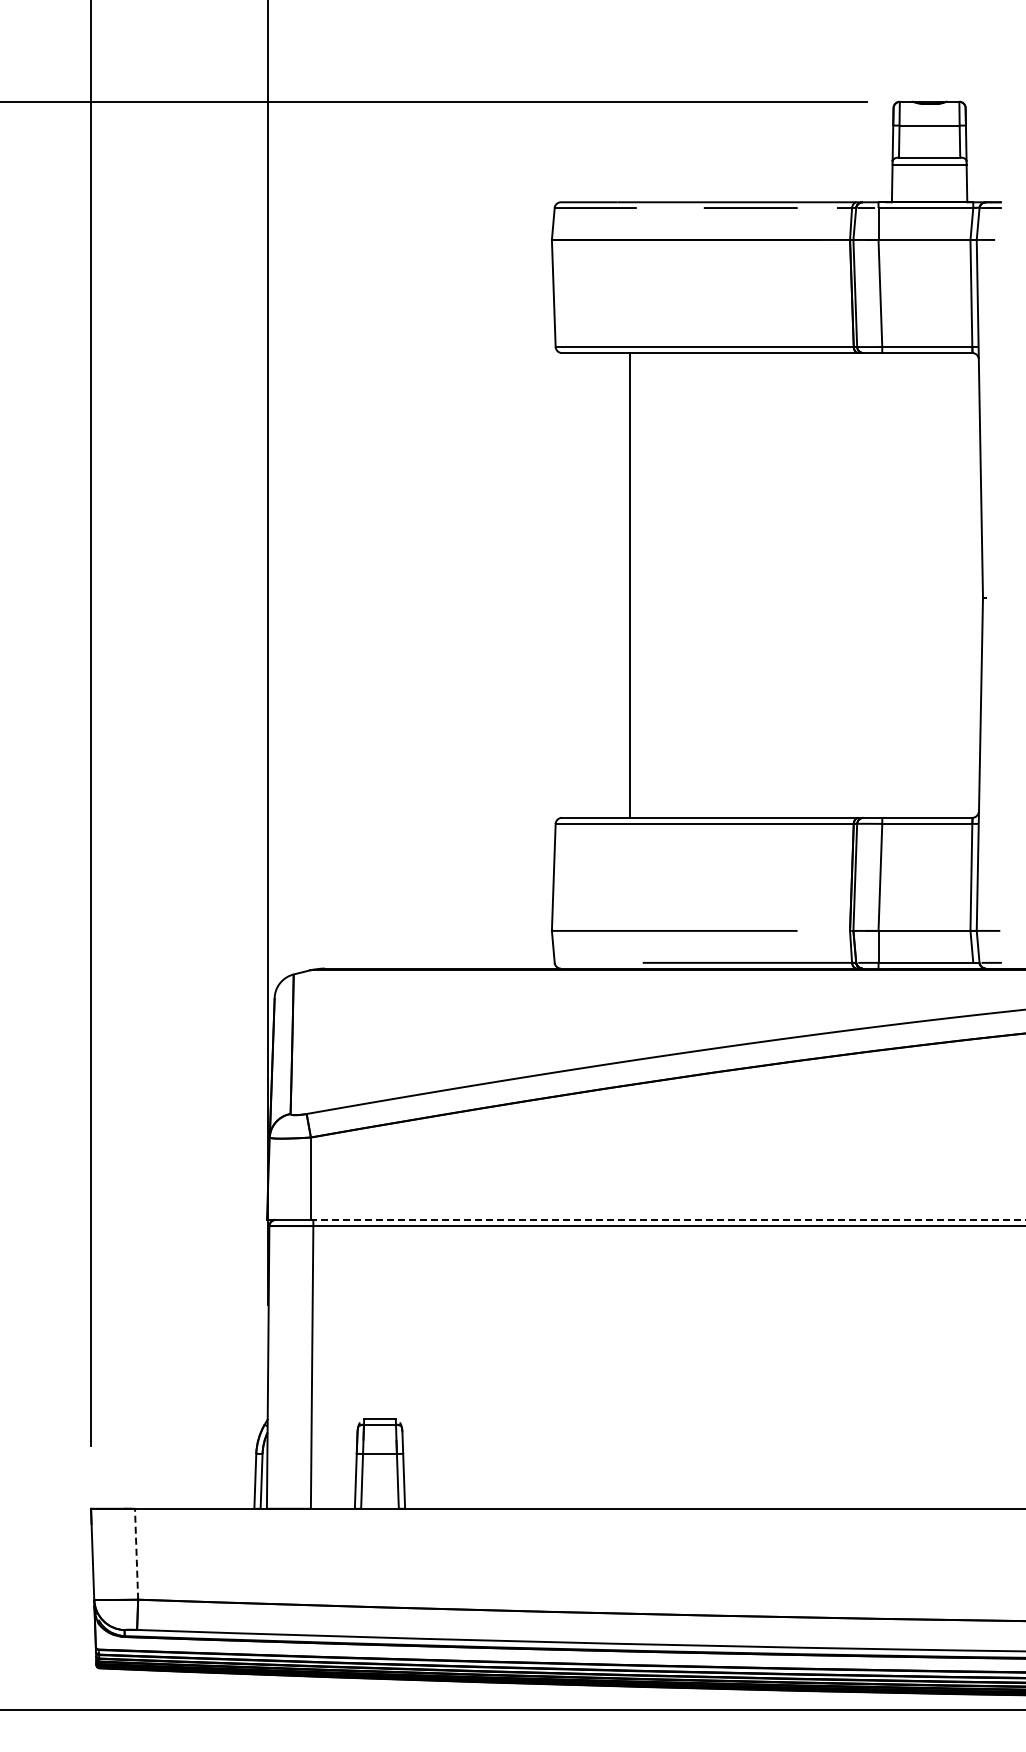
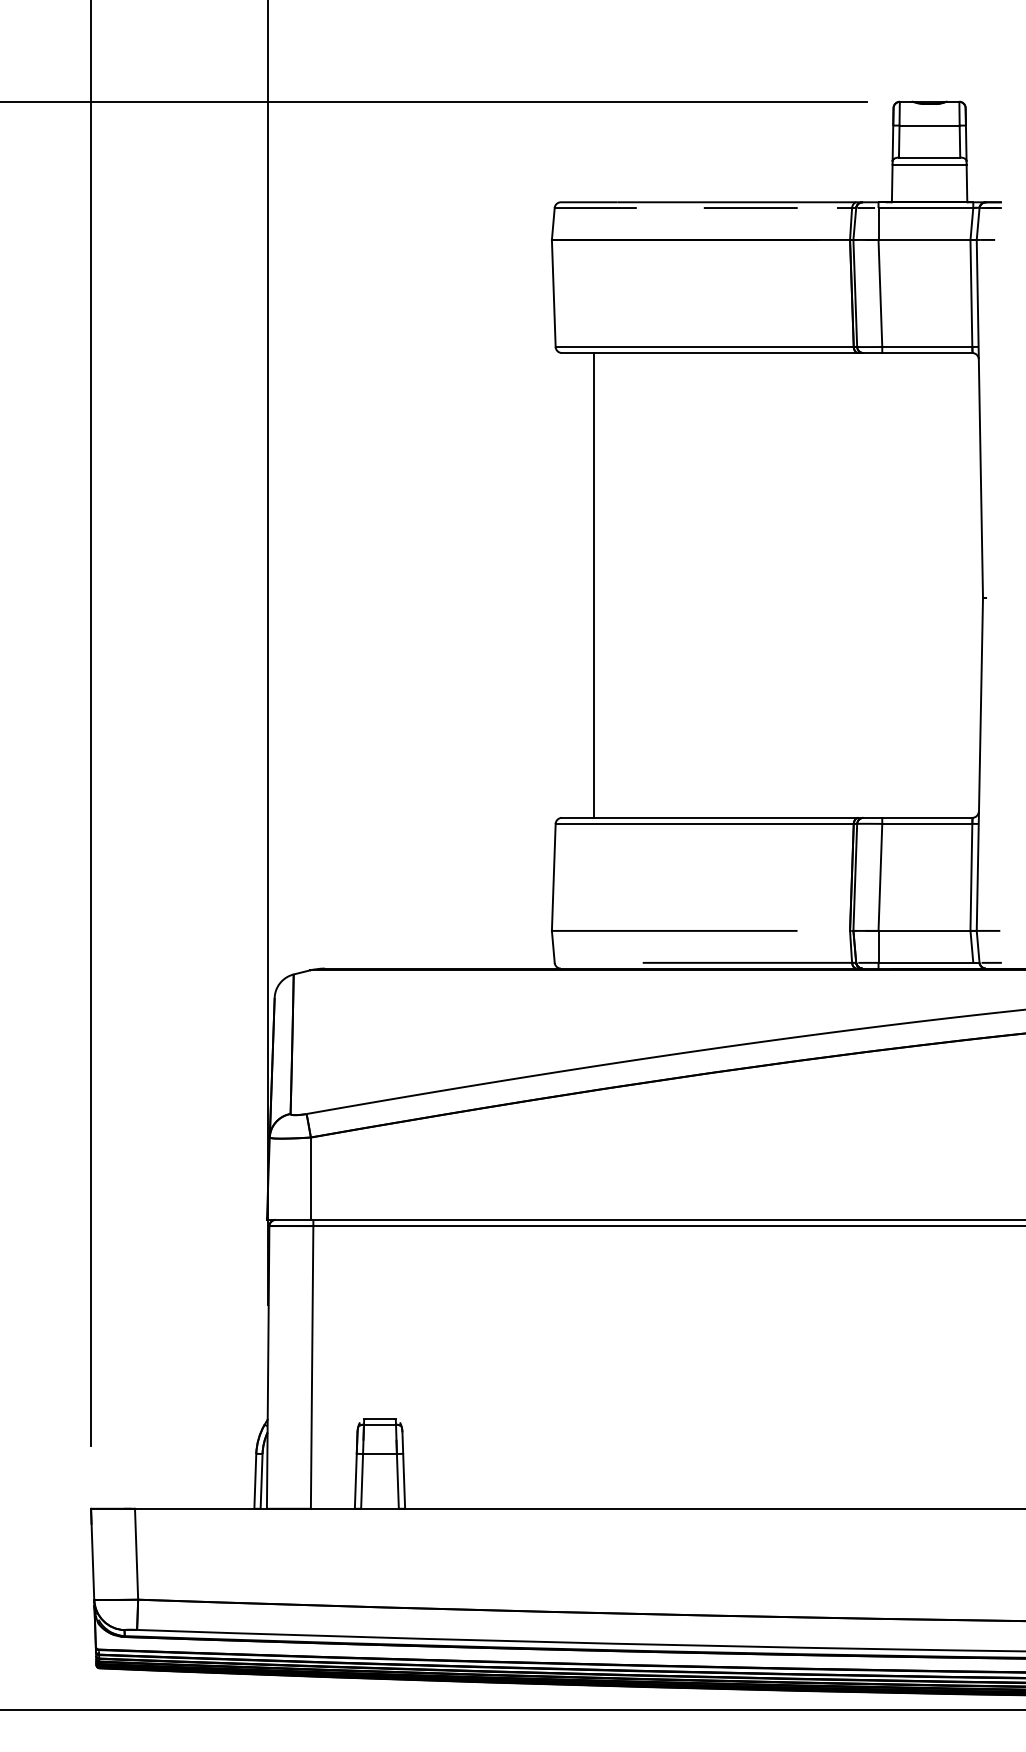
line at (629, 585) position: (629, 585) -> (593, 585)
line at (667, 1219): dashed -> solid
line at (136, 1553): dashed -> solid
